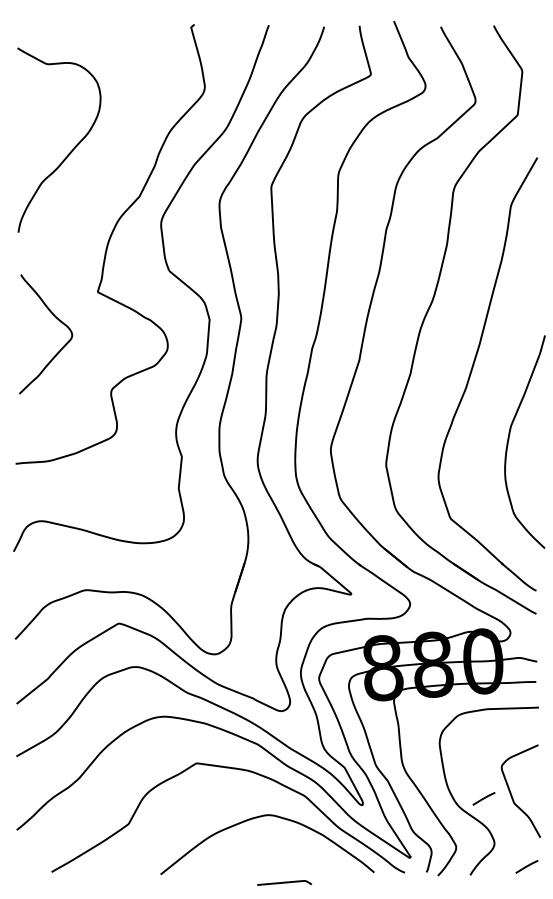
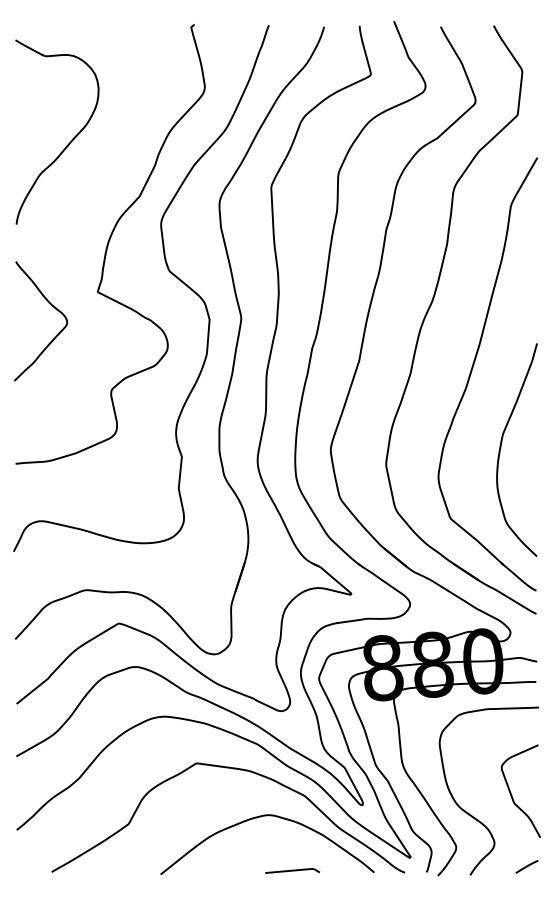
curve at (73, 147) position: (73, 147) -> (71, 139)
curve at (59, 321) position: (59, 321) -> (54, 308)
curve at (509, 440) position: (509, 440) -> (501, 448)
line at (483, 798): present -> none
curve at (284, 882) position: (284, 882) -> (292, 870)
